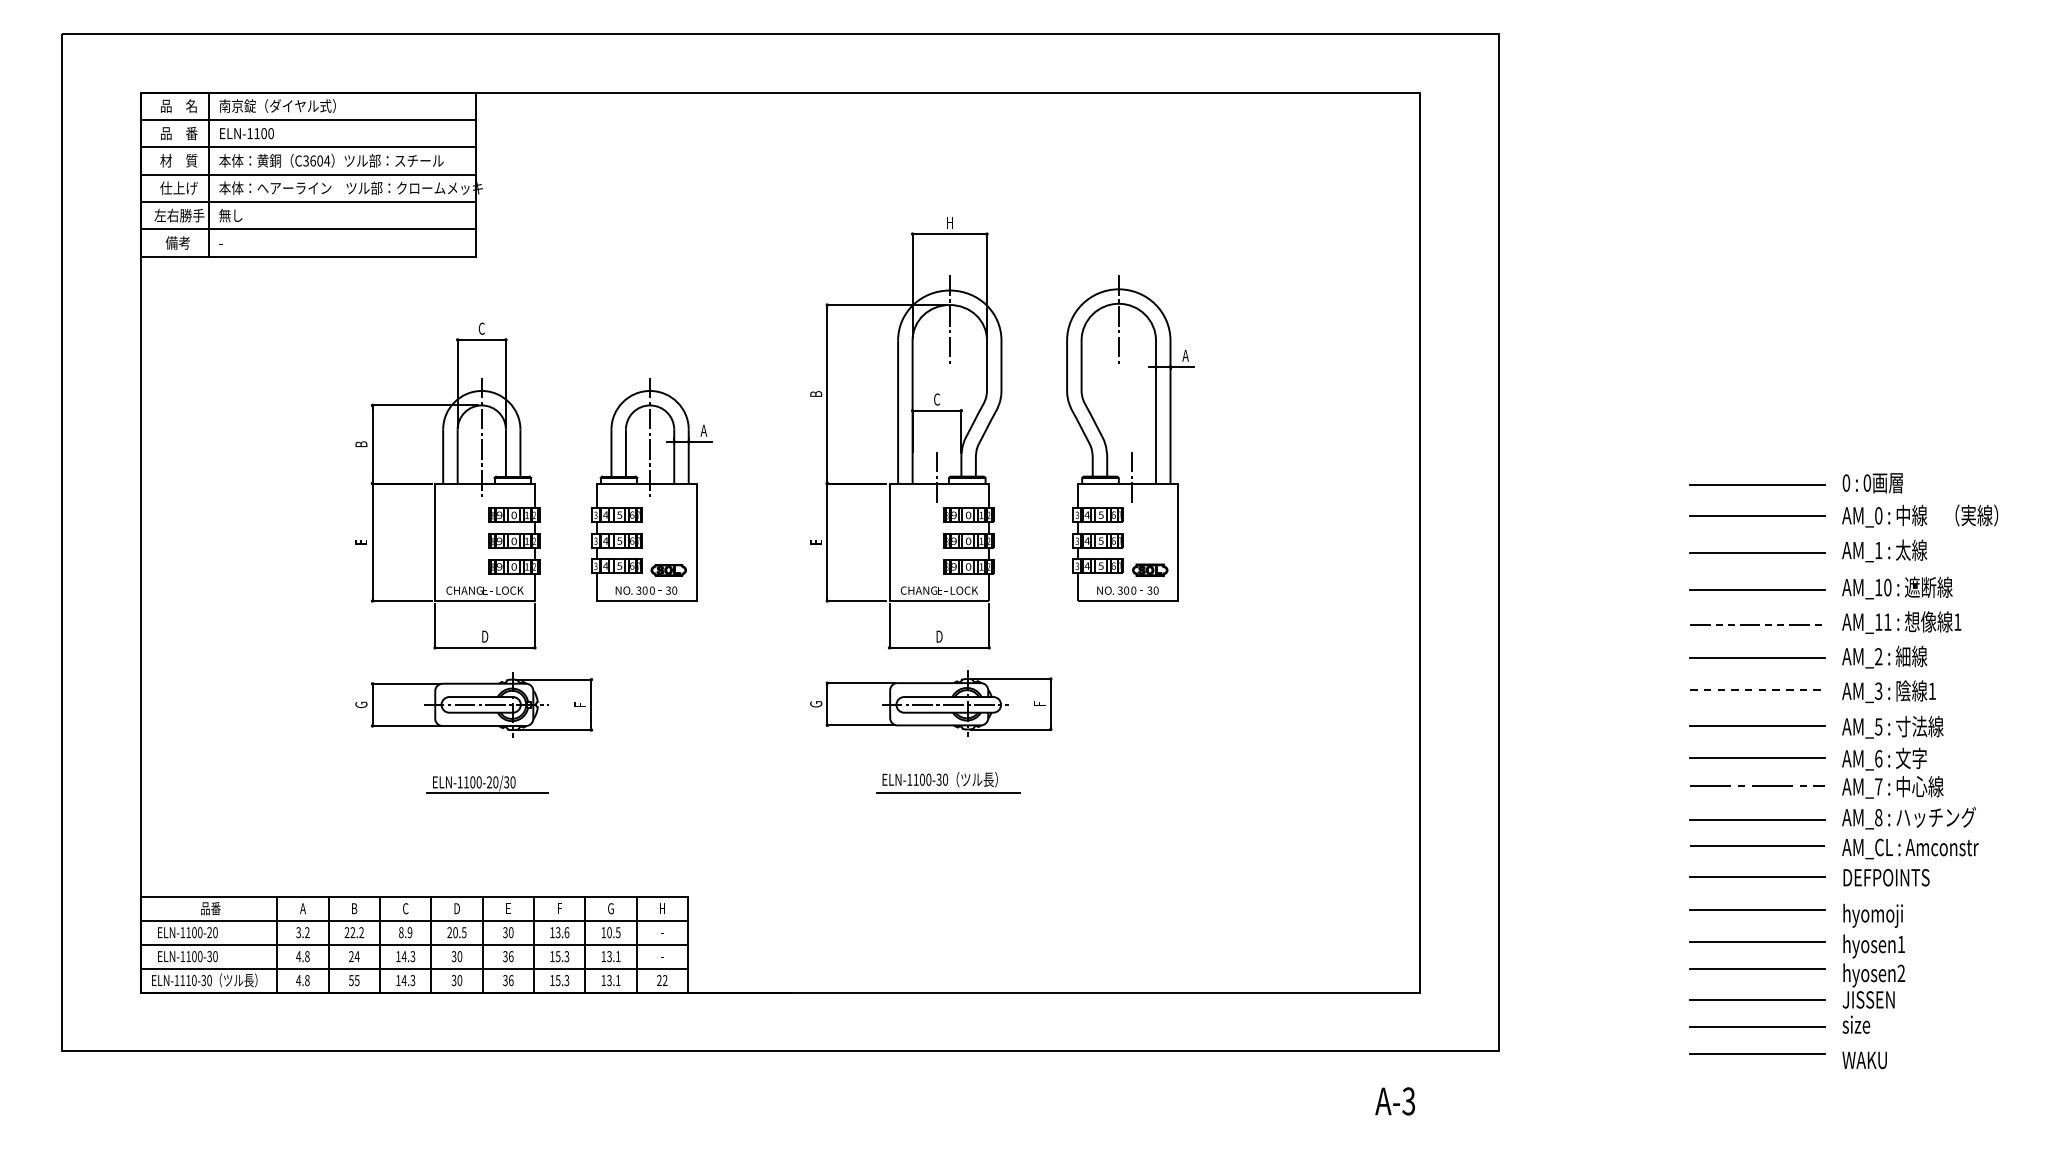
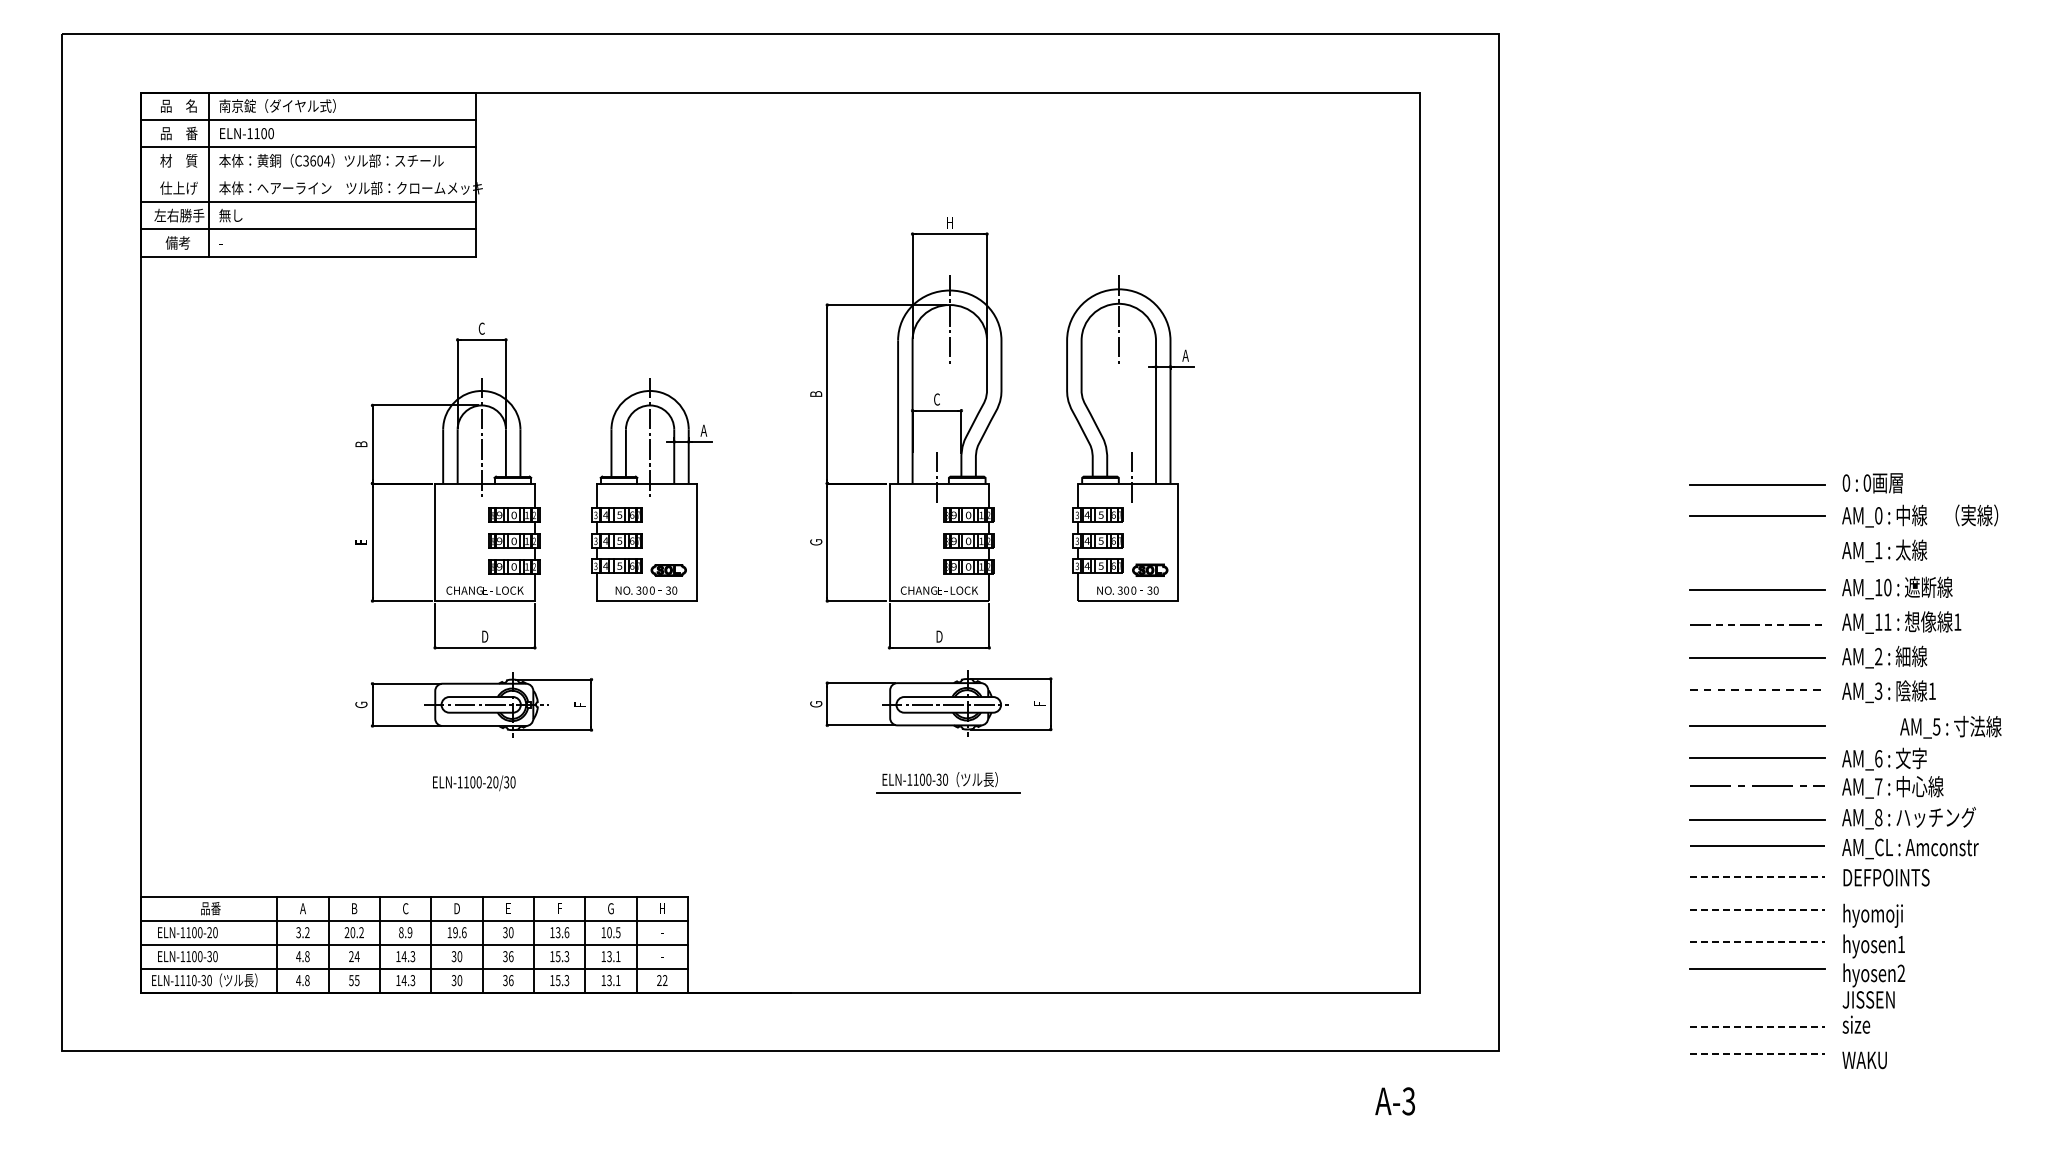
line at (307, 174): present -> none
text at (816, 542): E -> G
line at (1757, 552): present -> none
text at (1892, 726) position: (1892, 726) -> (1950, 726)
line at (487, 792): present -> none
line at (1757, 876): solid -> dashed
line at (1757, 909): solid -> dashed
text at (352, 932): 22.2 -> 20.2
text at (456, 932): 20.5 -> 19.6
line at (1757, 941): solid -> dashed
line at (1757, 999): present -> none
line at (1757, 1026): solid -> dashed
line at (1757, 1053): solid -> dashed
